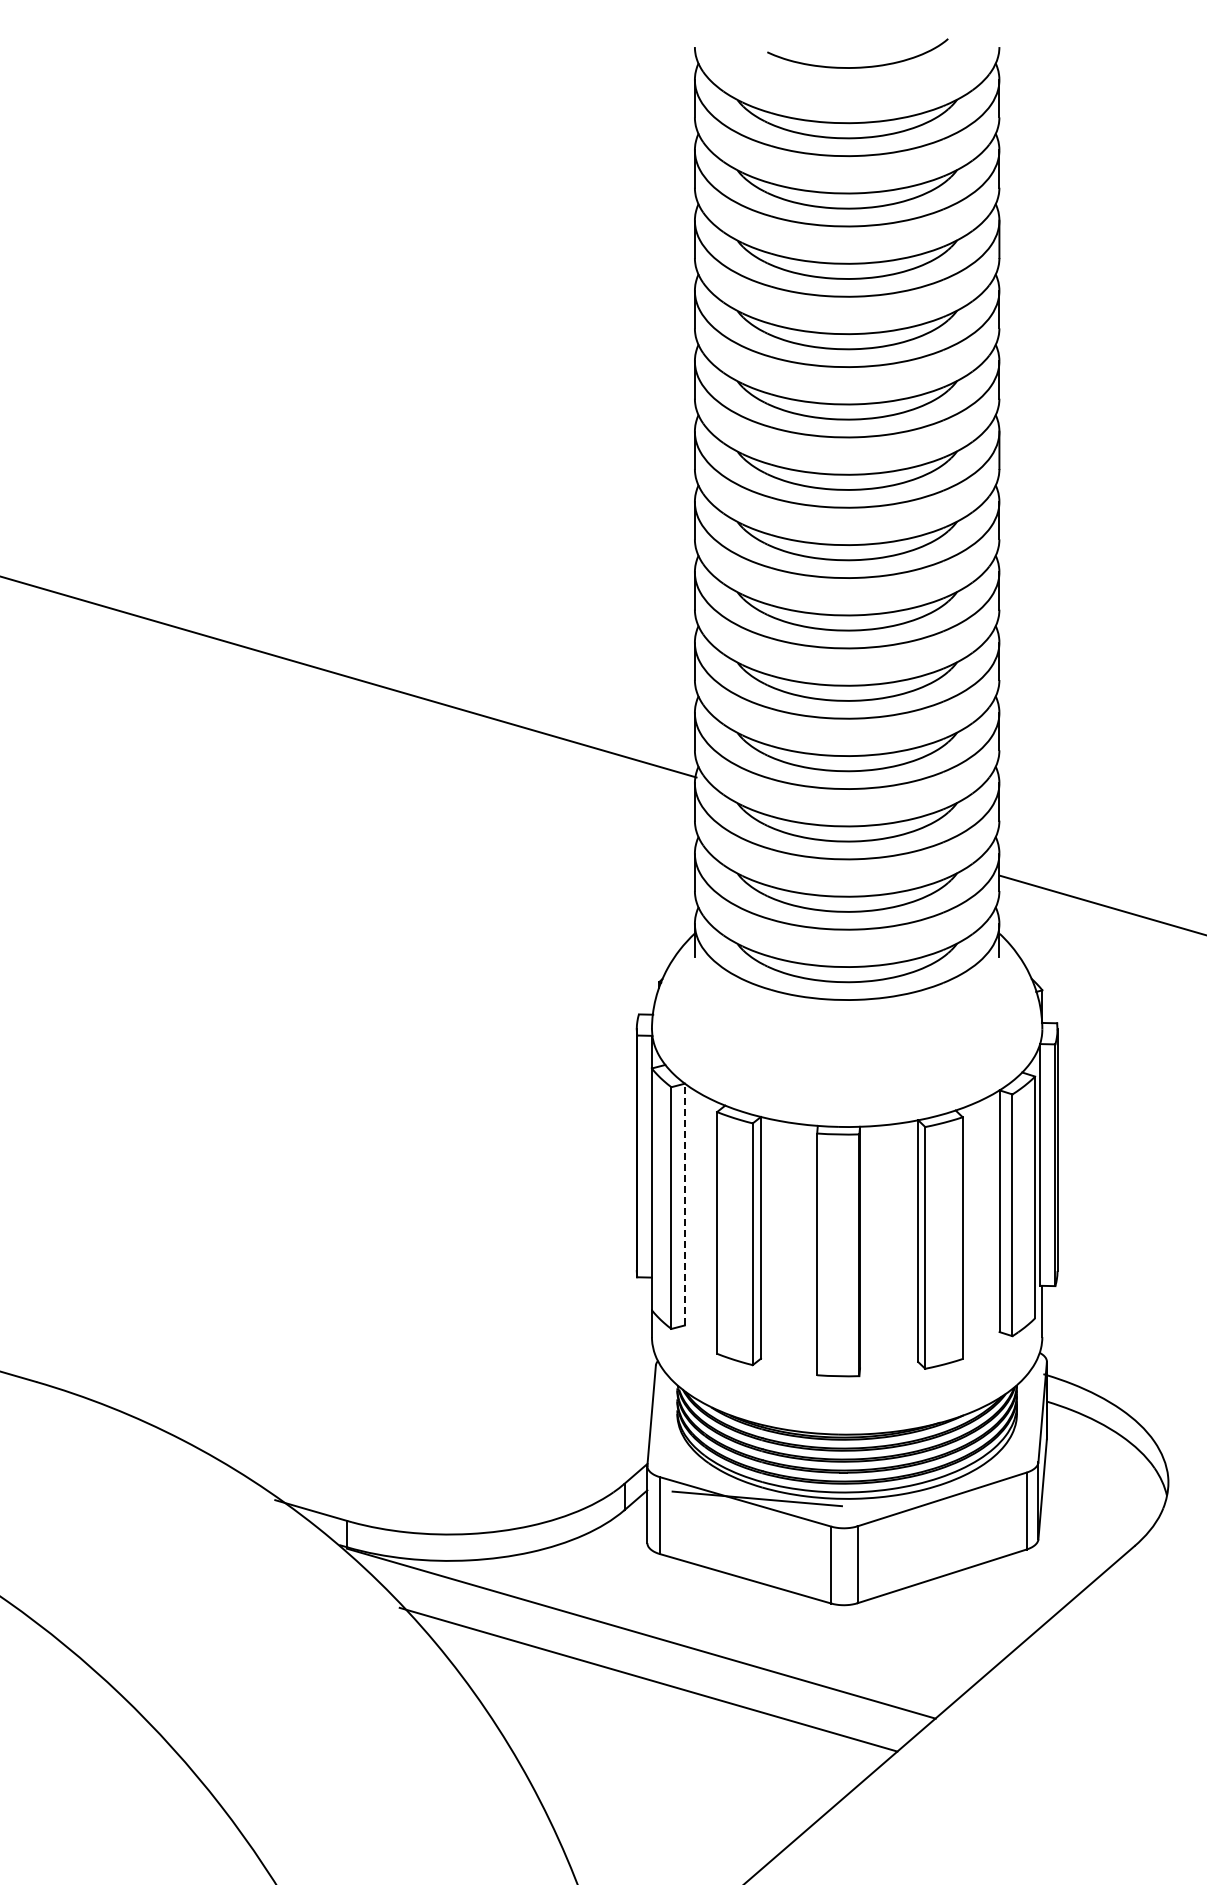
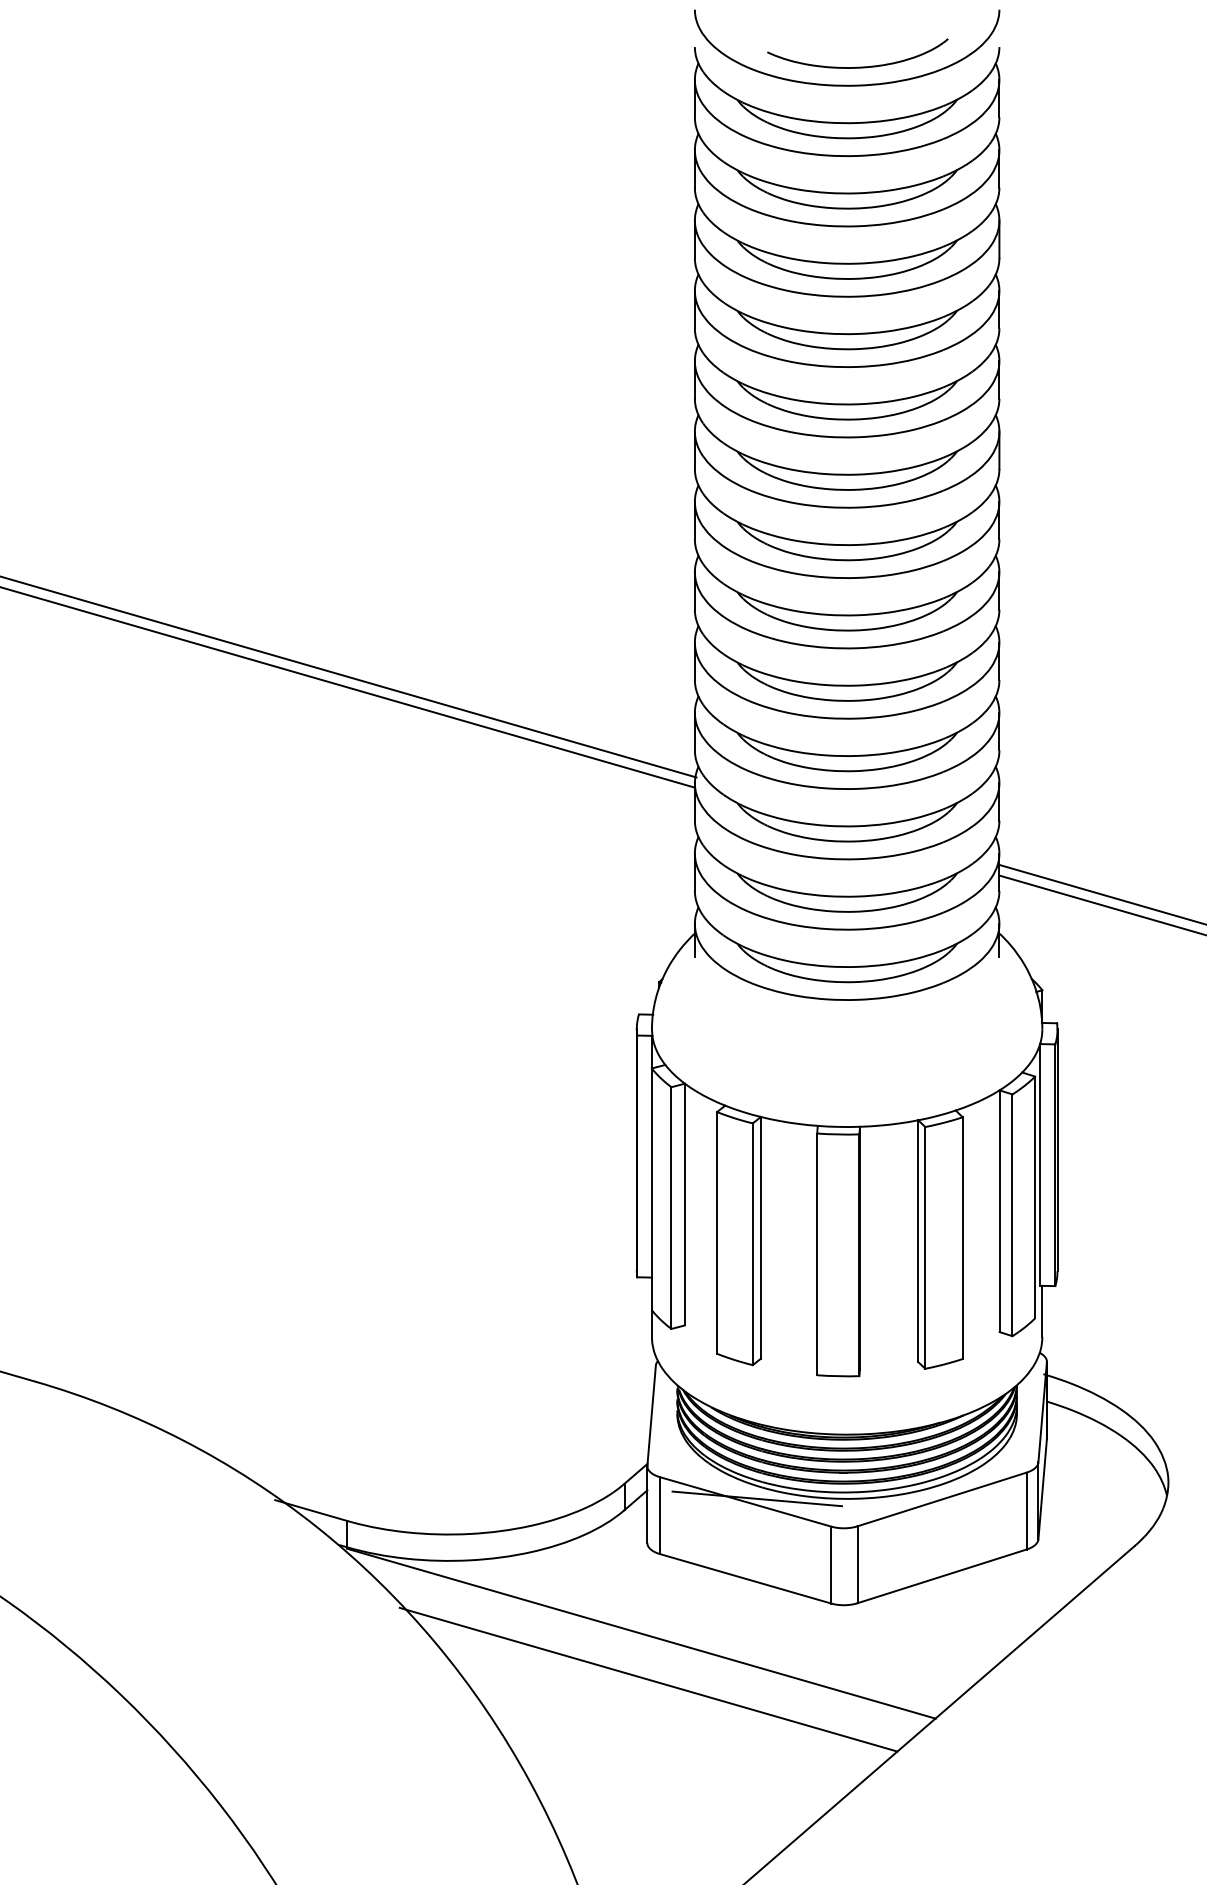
part at (847, 84): none -> present
line at (347, 687): none -> present
line at (1101, 893): none -> present
line at (684, 1204): dashed -> solid
